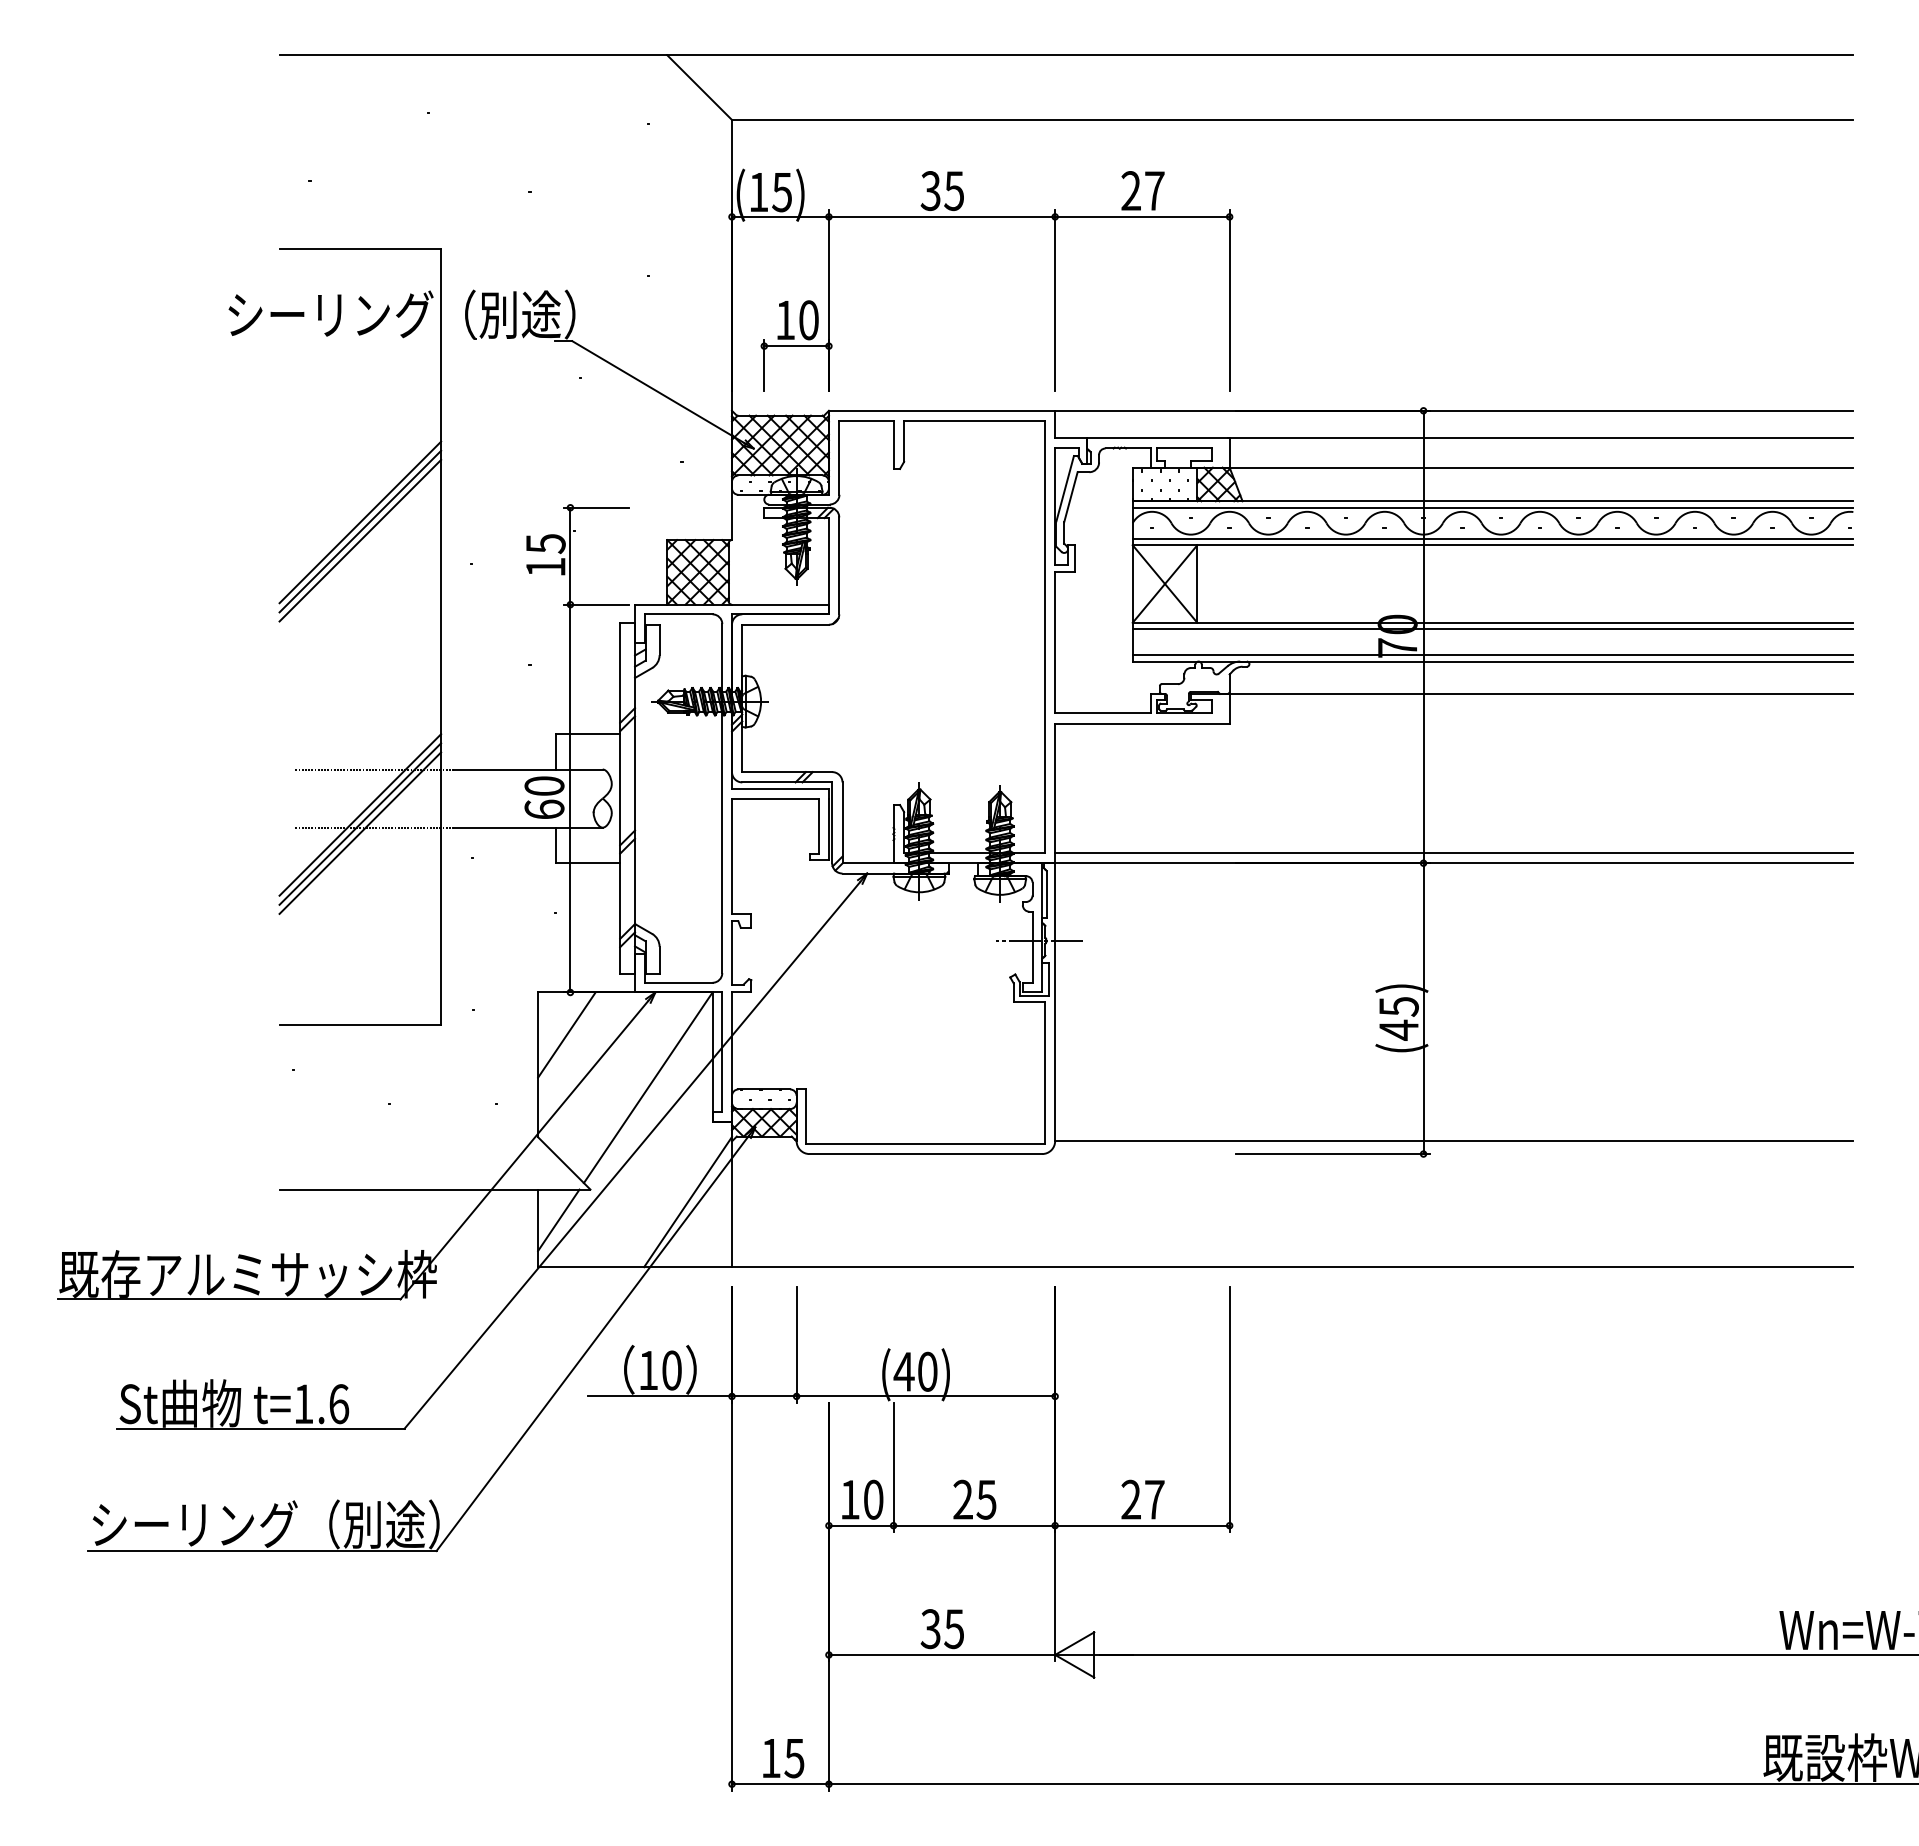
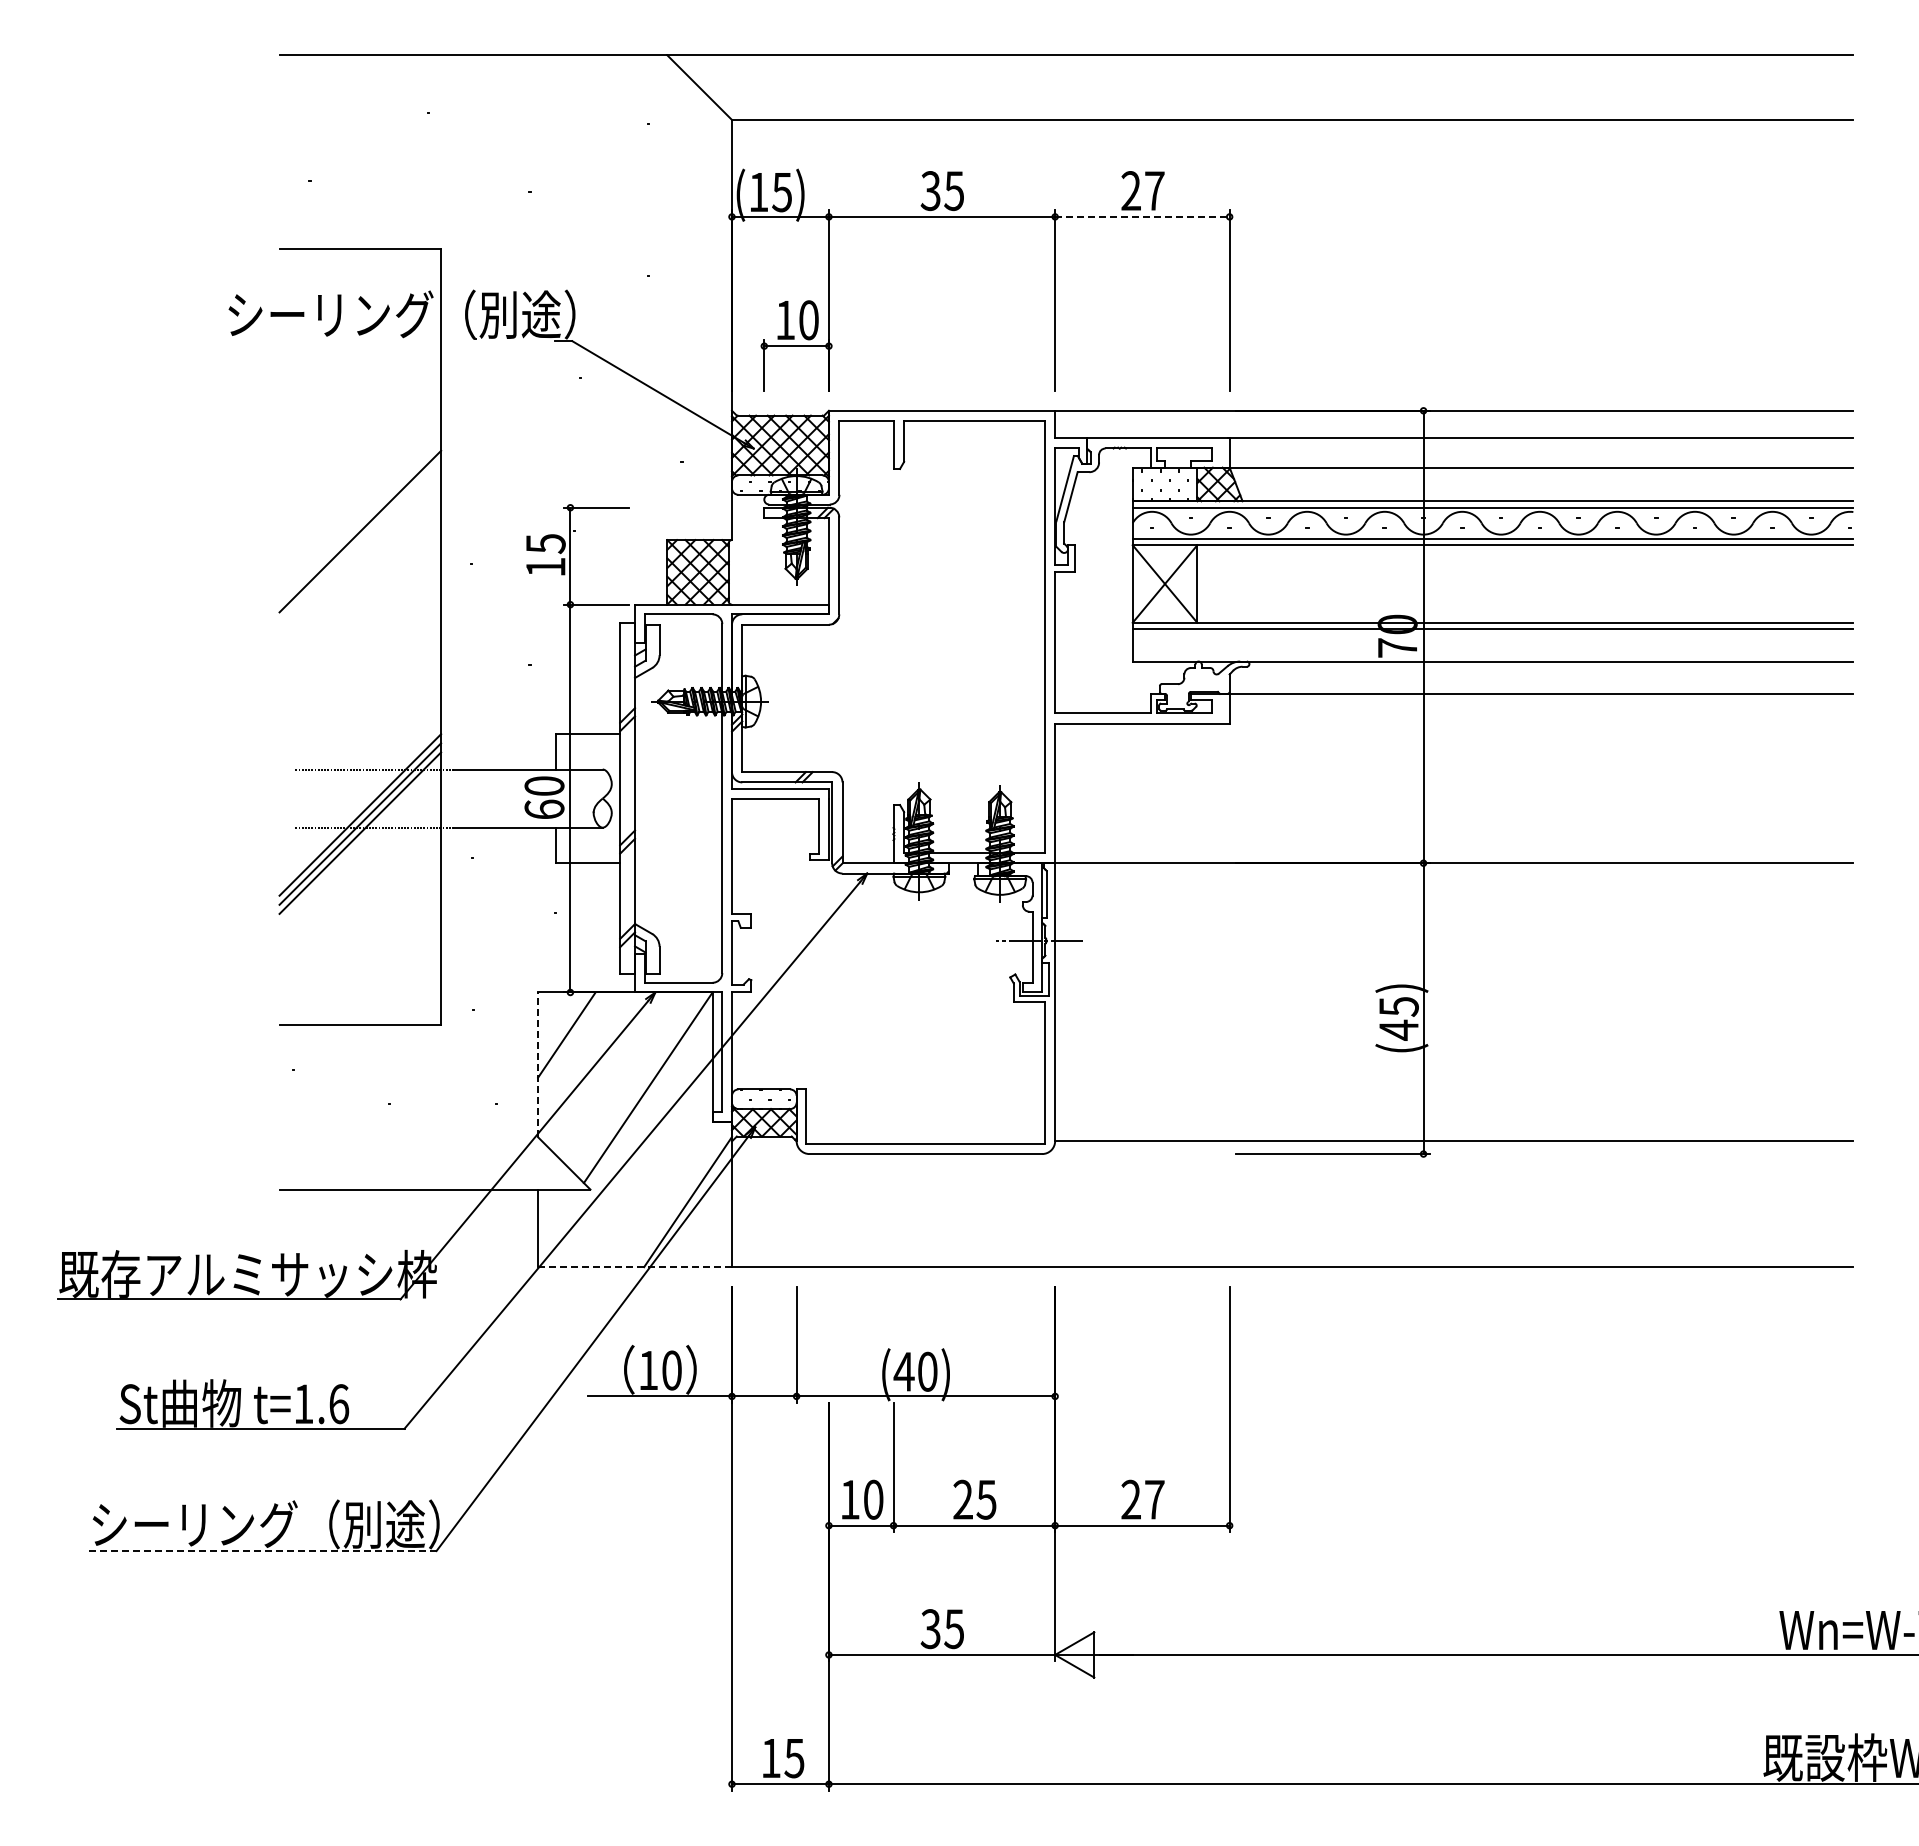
line at (1142, 216): solid -> dashed
line at (360, 522): present -> none
line at (360, 540): present -> none
line at (1492, 655): present -> none
line at (1454, 852): present -> none
line at (538, 1064): solid -> dashed
line at (558, 1220): present -> none
line at (635, 1267): solid -> dashed
line at (261, 1551): solid -> dashed
